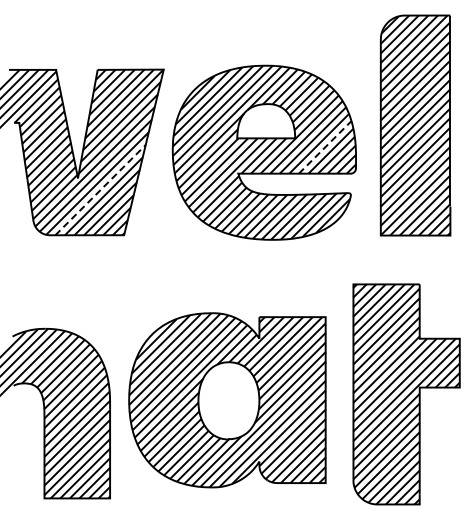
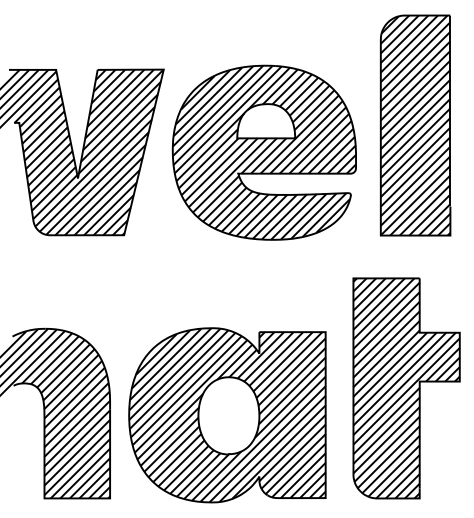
line at (325, 147): dashed -> solid
line at (100, 190): dashed -> solid
part at (406, 394) position: (406, 394) -> (406, 388)
part at (227, 400) position: (227, 400) -> (227, 415)
